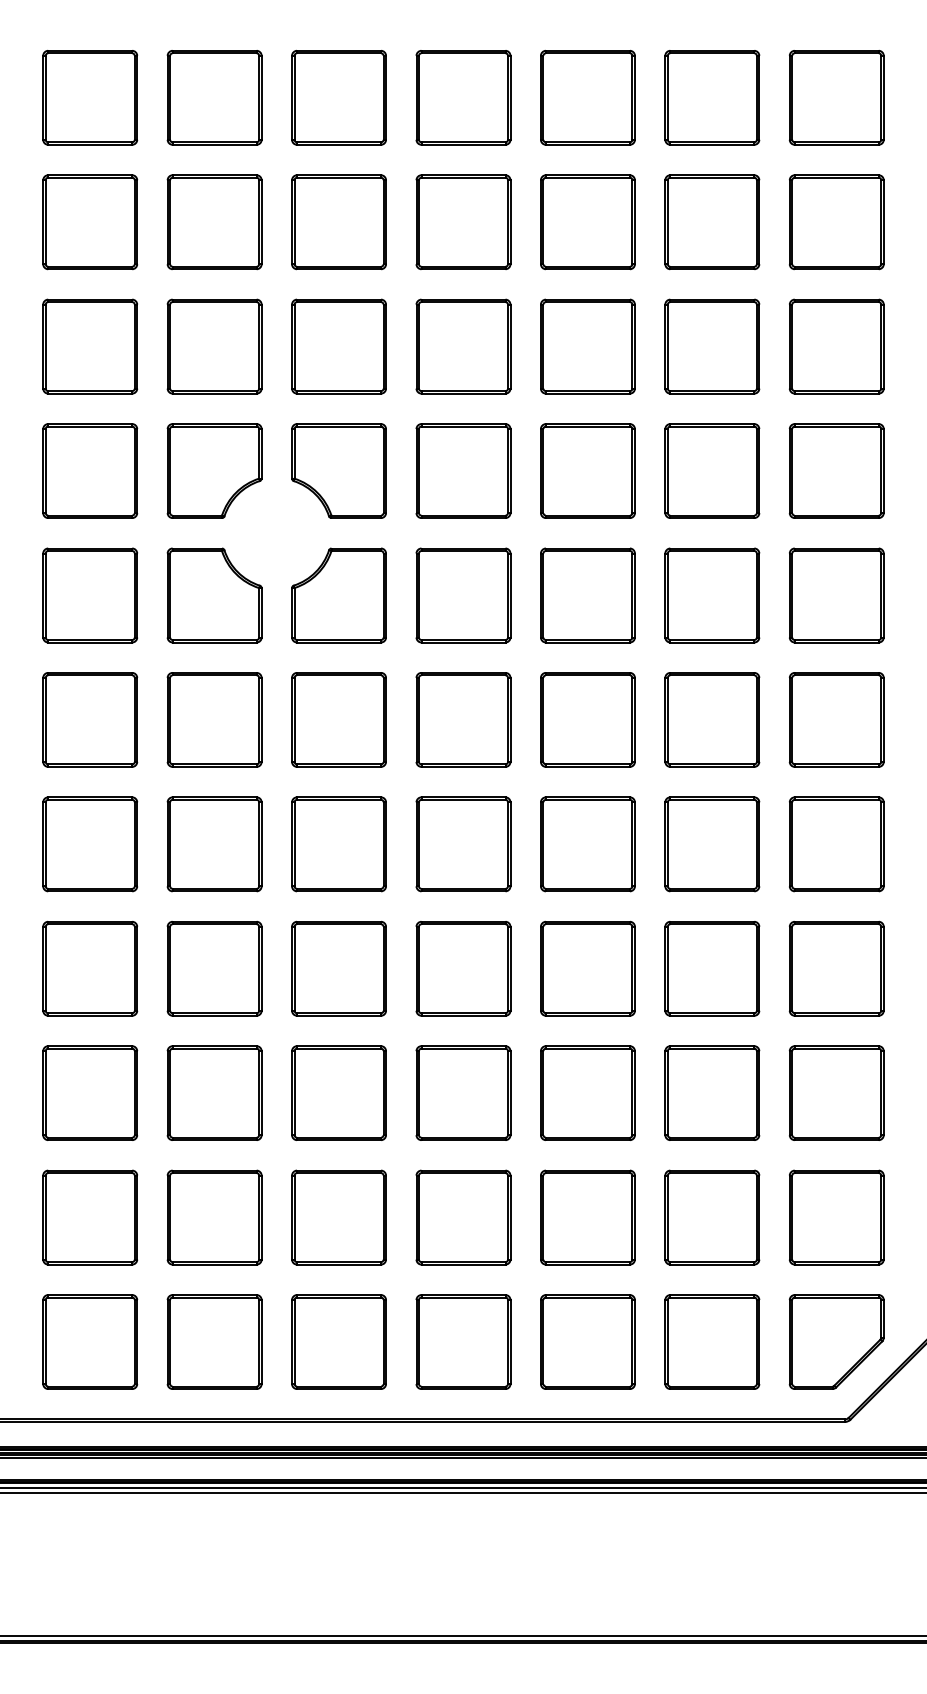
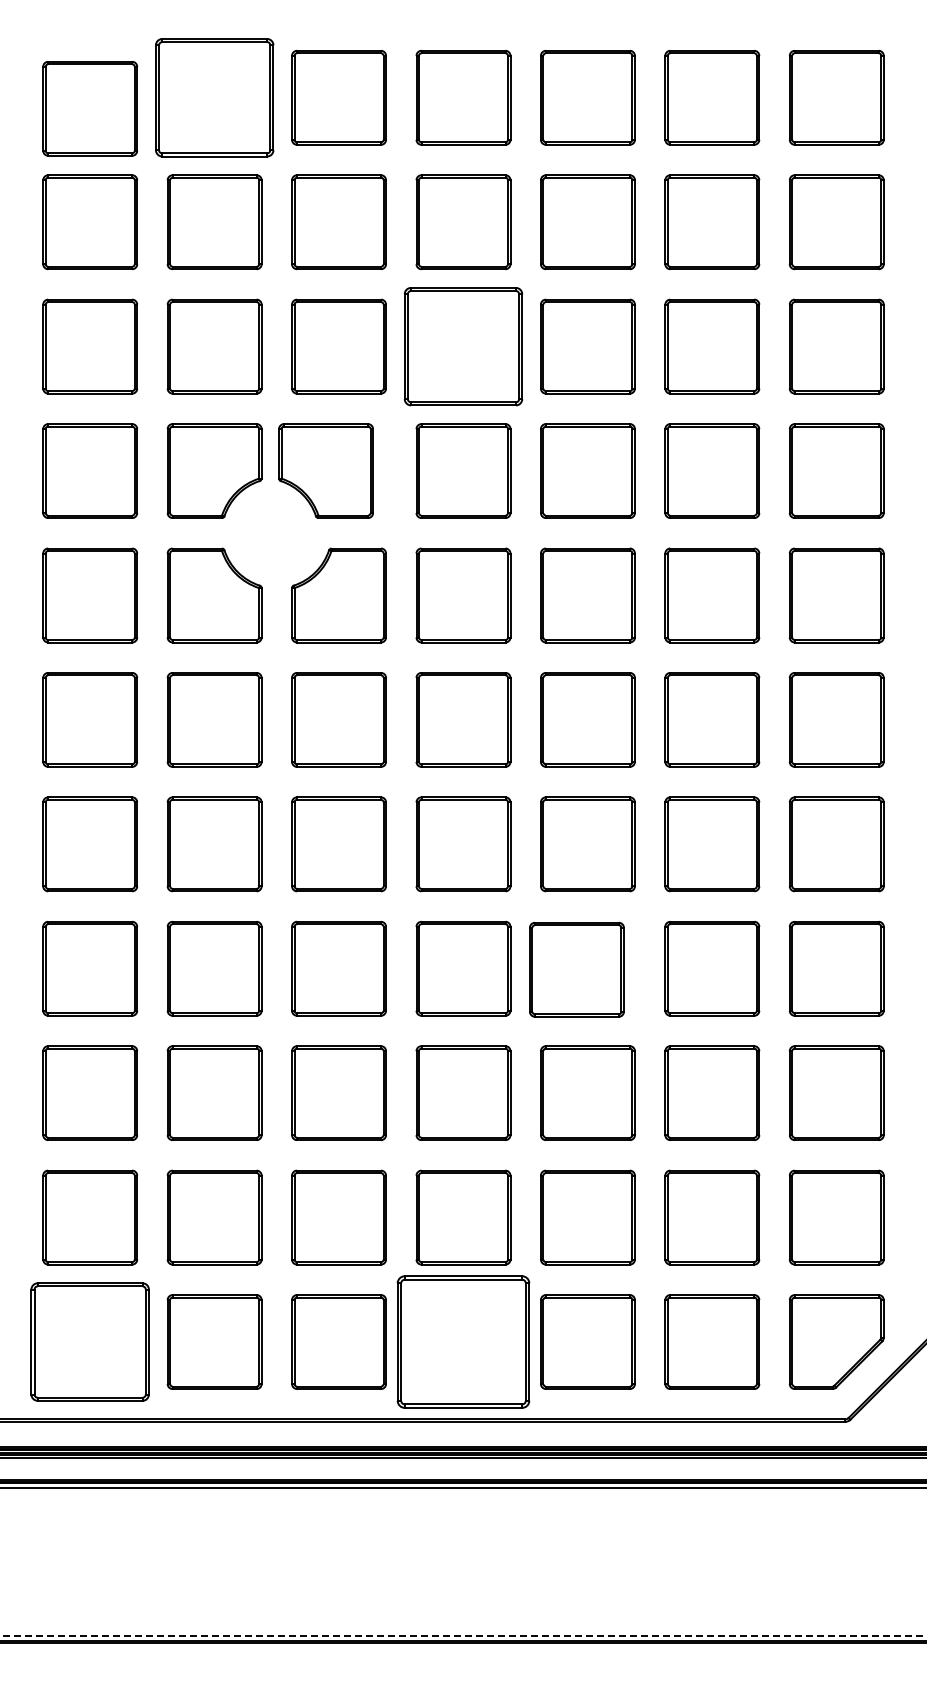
part at (90, 97) position: (90, 97) -> (90, 108)
part at (214, 97) size: 97x96 px -> 120x120 px
part at (463, 346) size: 97x97 px -> 121x120 px
part at (338, 470) position: (338, 470) -> (325, 470)
part at (587, 968) position: (587, 968) -> (576, 969)
part at (90, 1341) size: 97x96 px -> 120x120 px
part at (463, 1341) size: 97x96 px -> 135x134 px
line at (462, 1493): present -> none
line at (463, 1635): solid -> dashed
